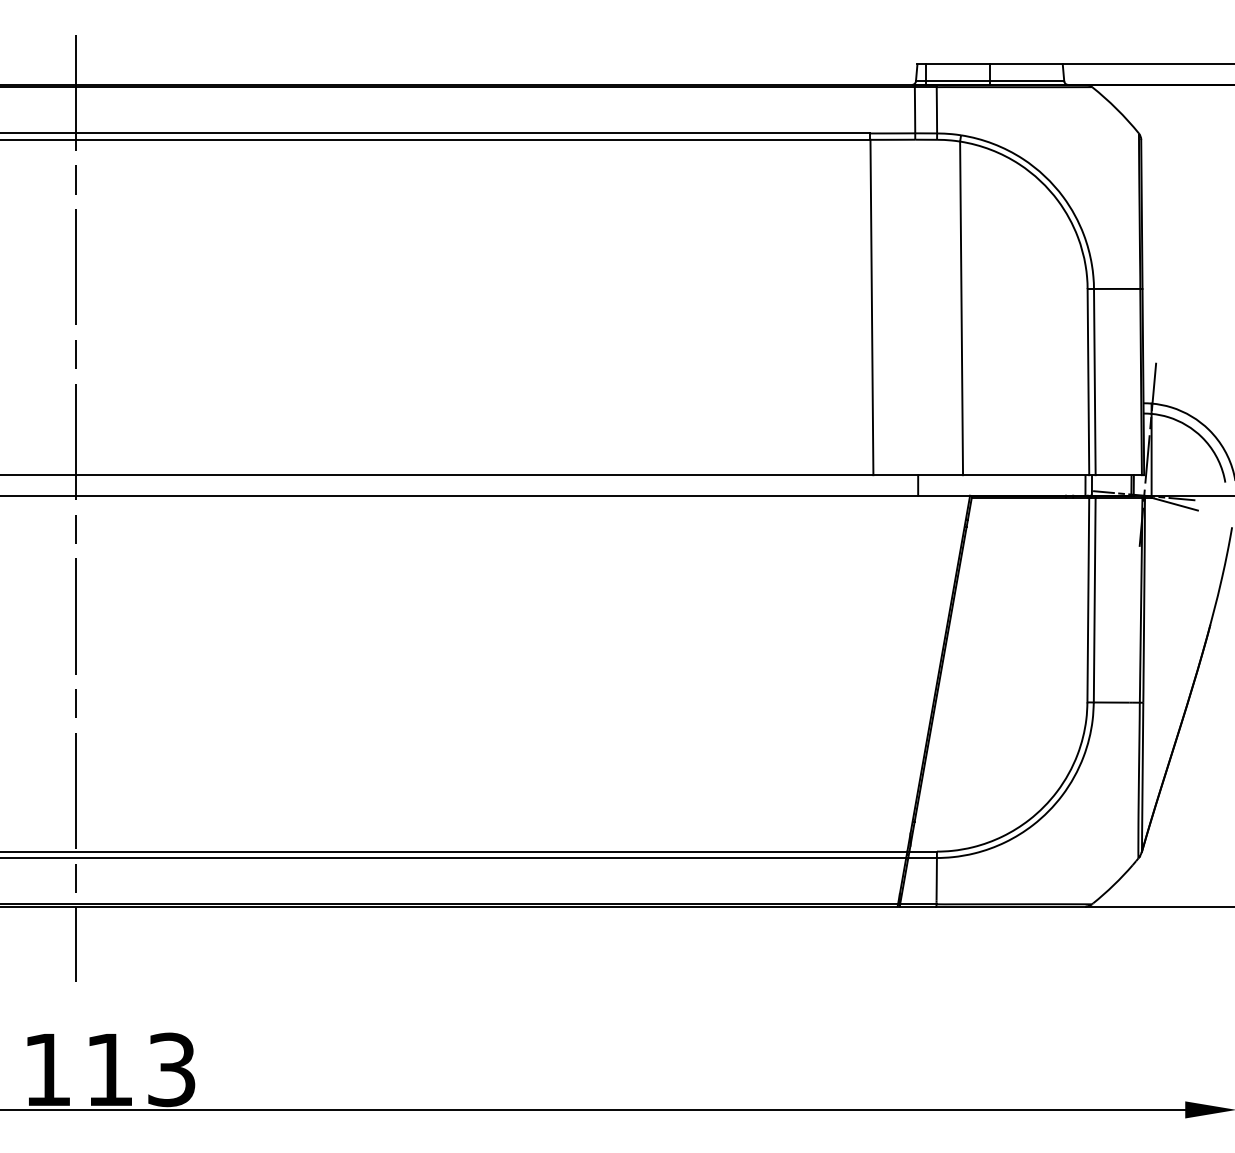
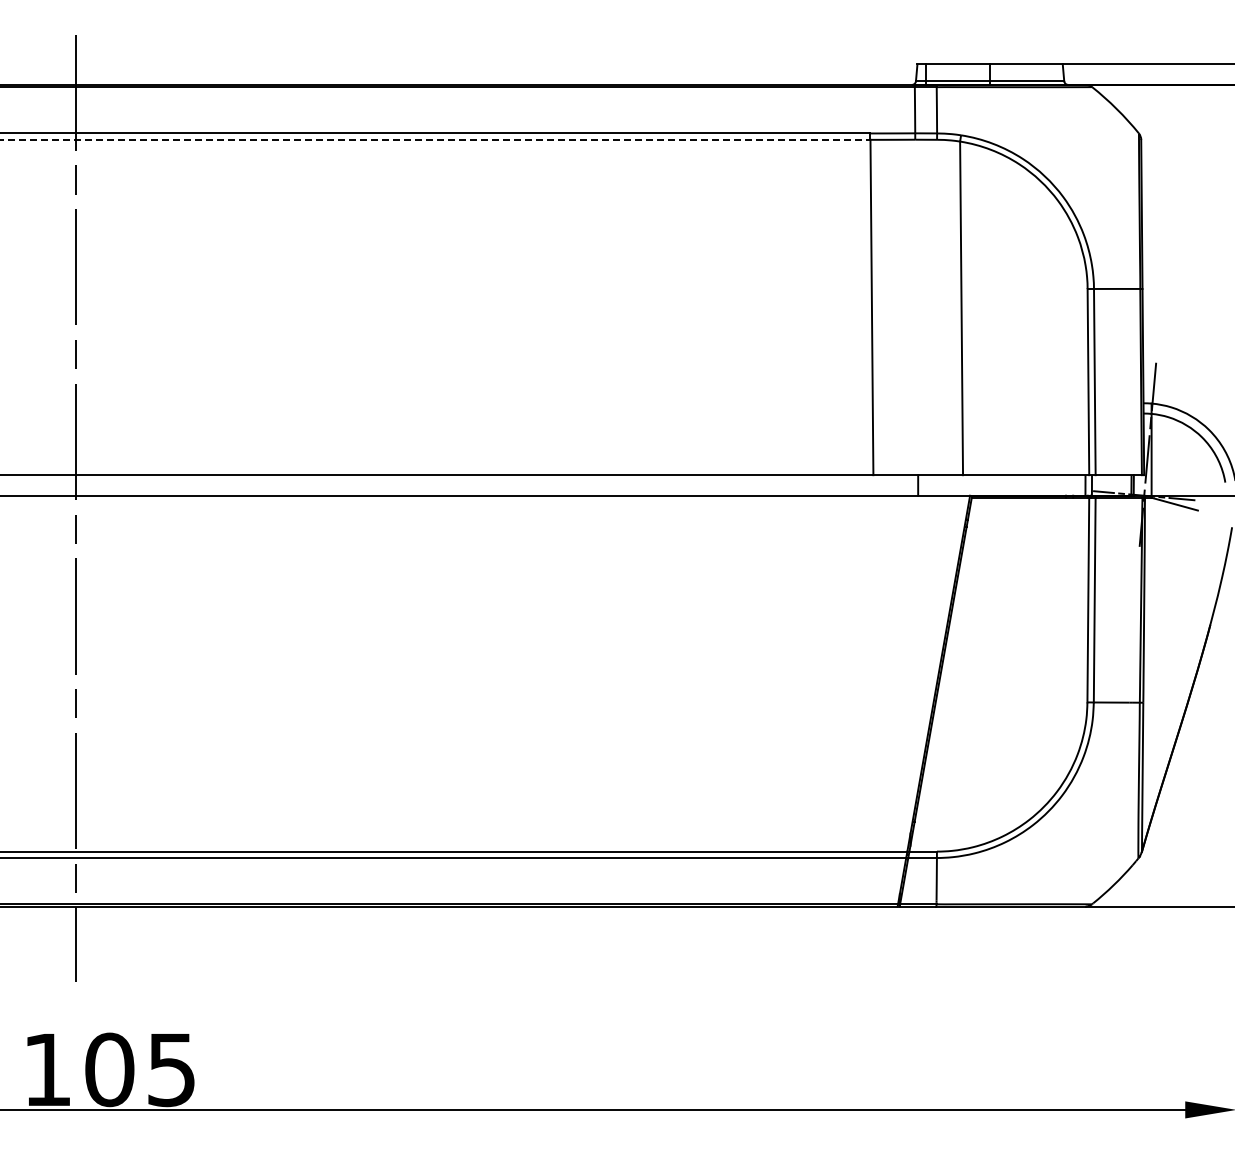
line at (435, 139): solid -> dashed
text at (140, 1069): 113 -> 105
